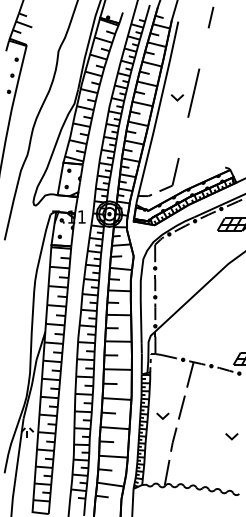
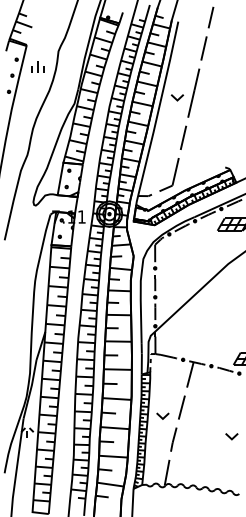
line at (203, 48): none -> present
part at (37, 66): none -> present
line at (183, 137): none -> present
